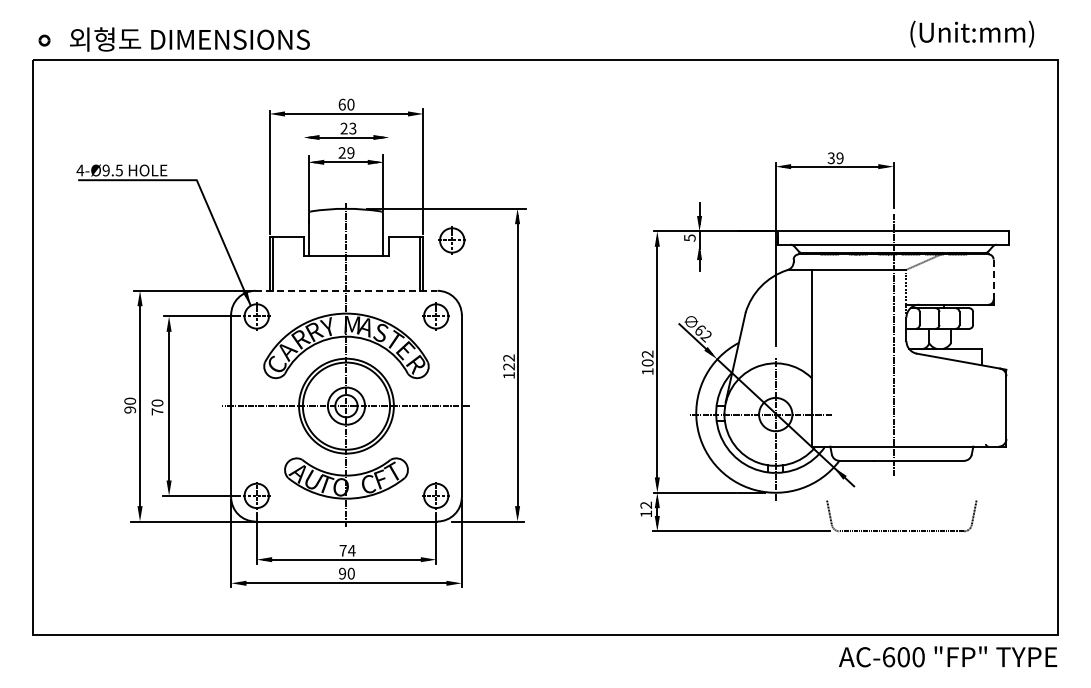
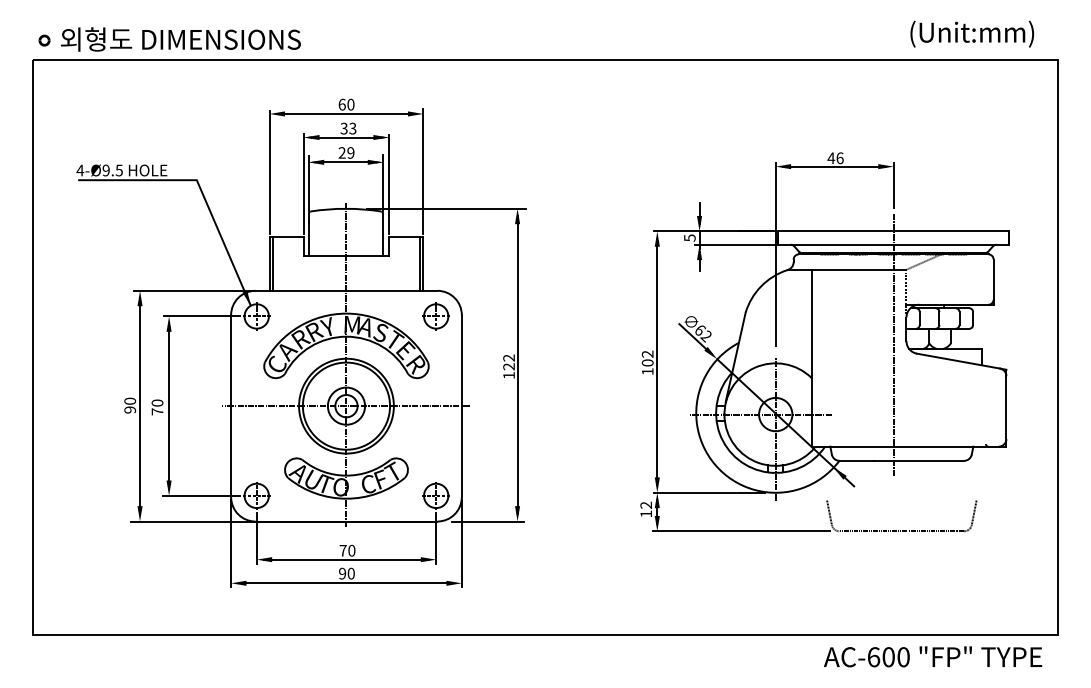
text at (189, 39) position: (189, 39) -> (180, 39)
text at (343, 128): 23 -> 33
text at (835, 158): 39 -> 46
line at (304, 183): none -> present
line at (388, 184): none -> present
part at (451, 240): present -> none
line at (734, 244): none -> present
line at (993, 279): dashed -> solid
line at (346, 290): dashed -> solid
text at (351, 550): 74 -> 70
text at (948, 656) position: (948, 656) -> (933, 656)
